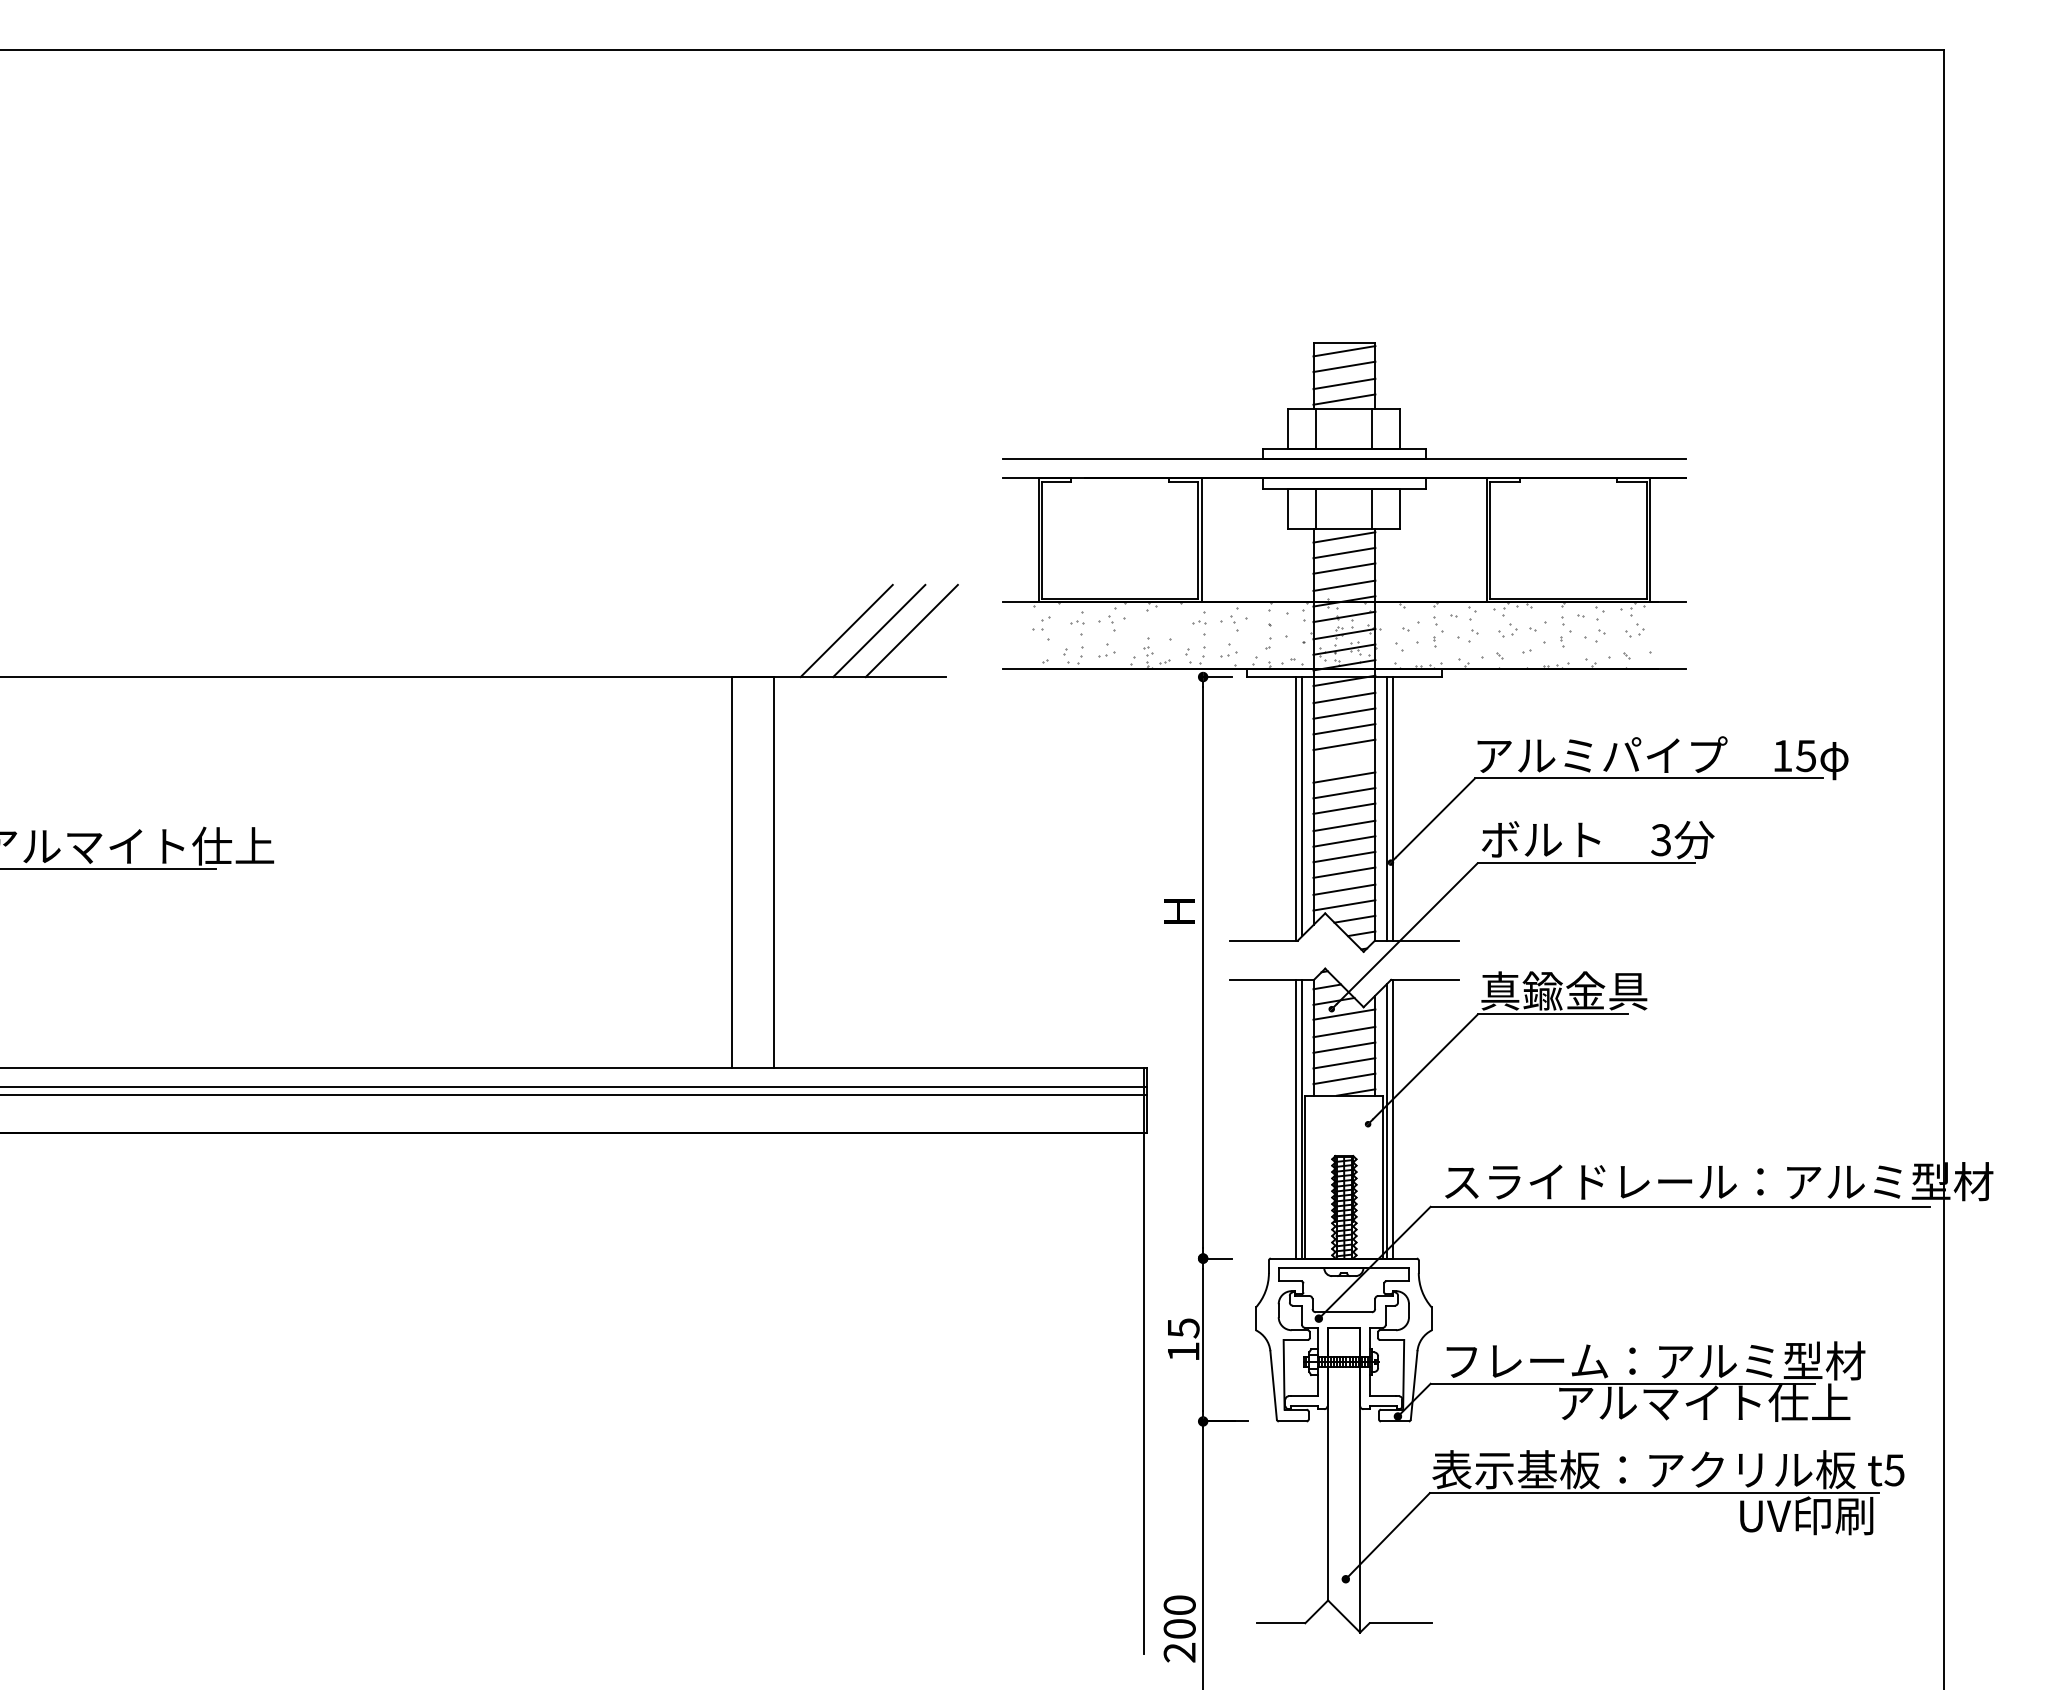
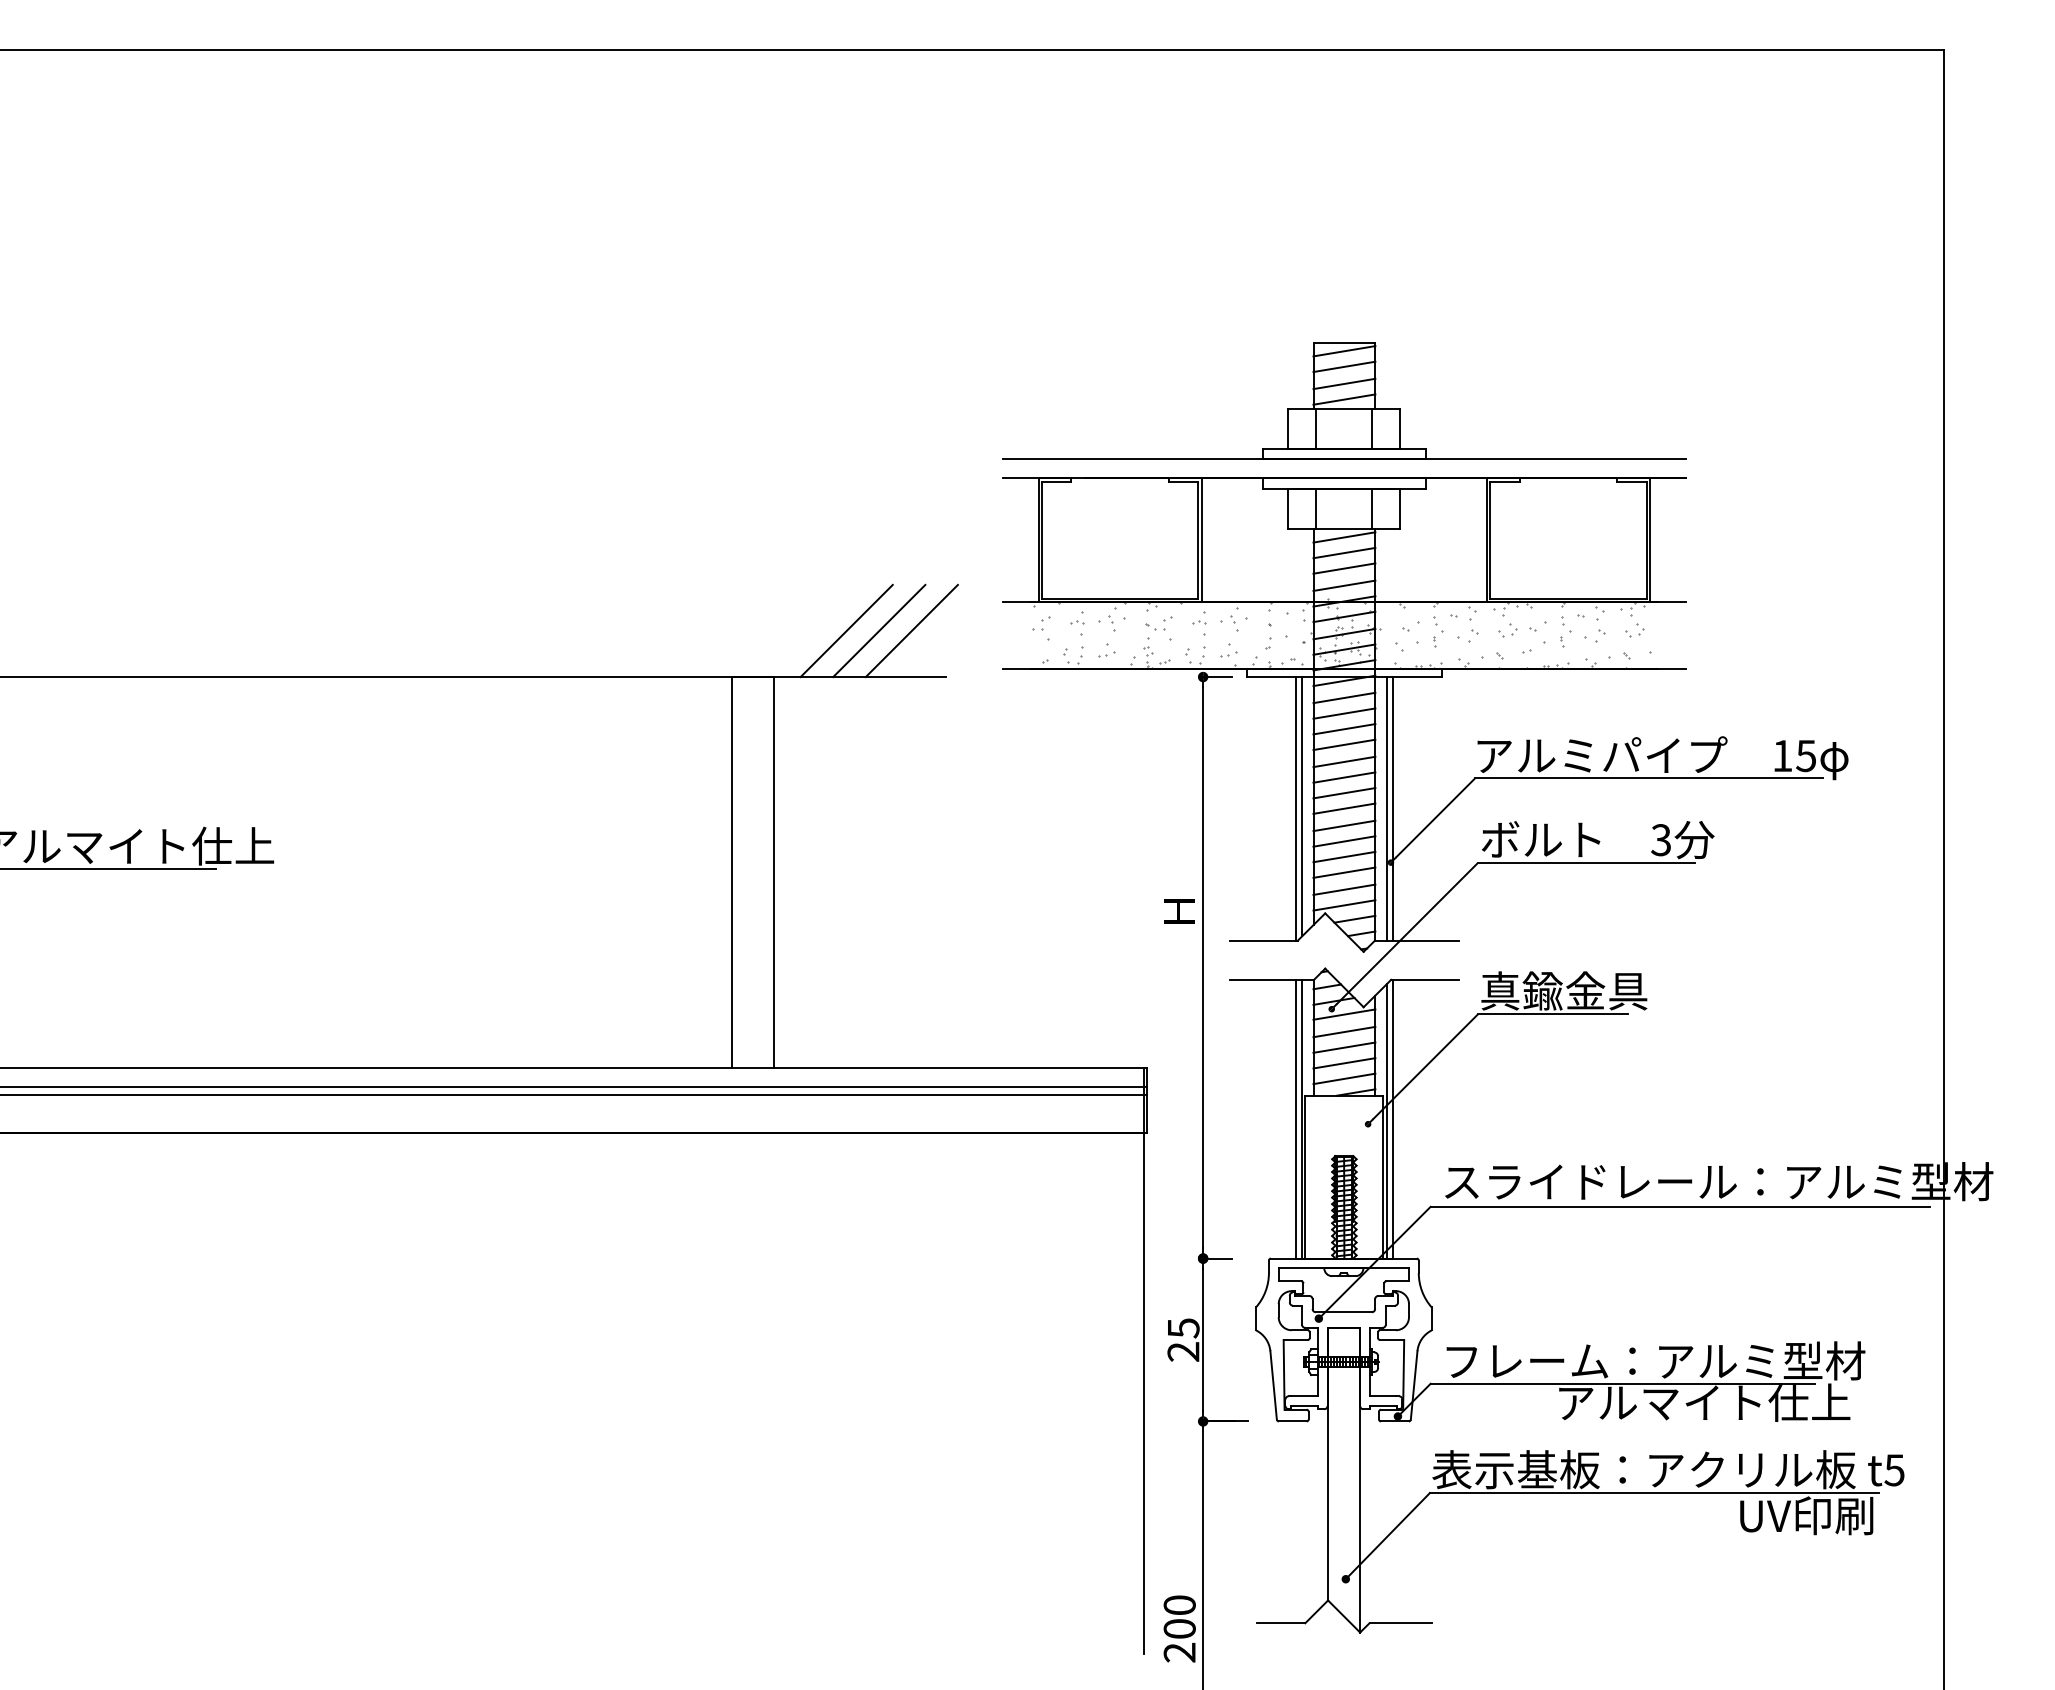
part at (1158, 623): none -> present
line at (1344, 761): none -> present
text at (1183, 1351): 15 -> 25
